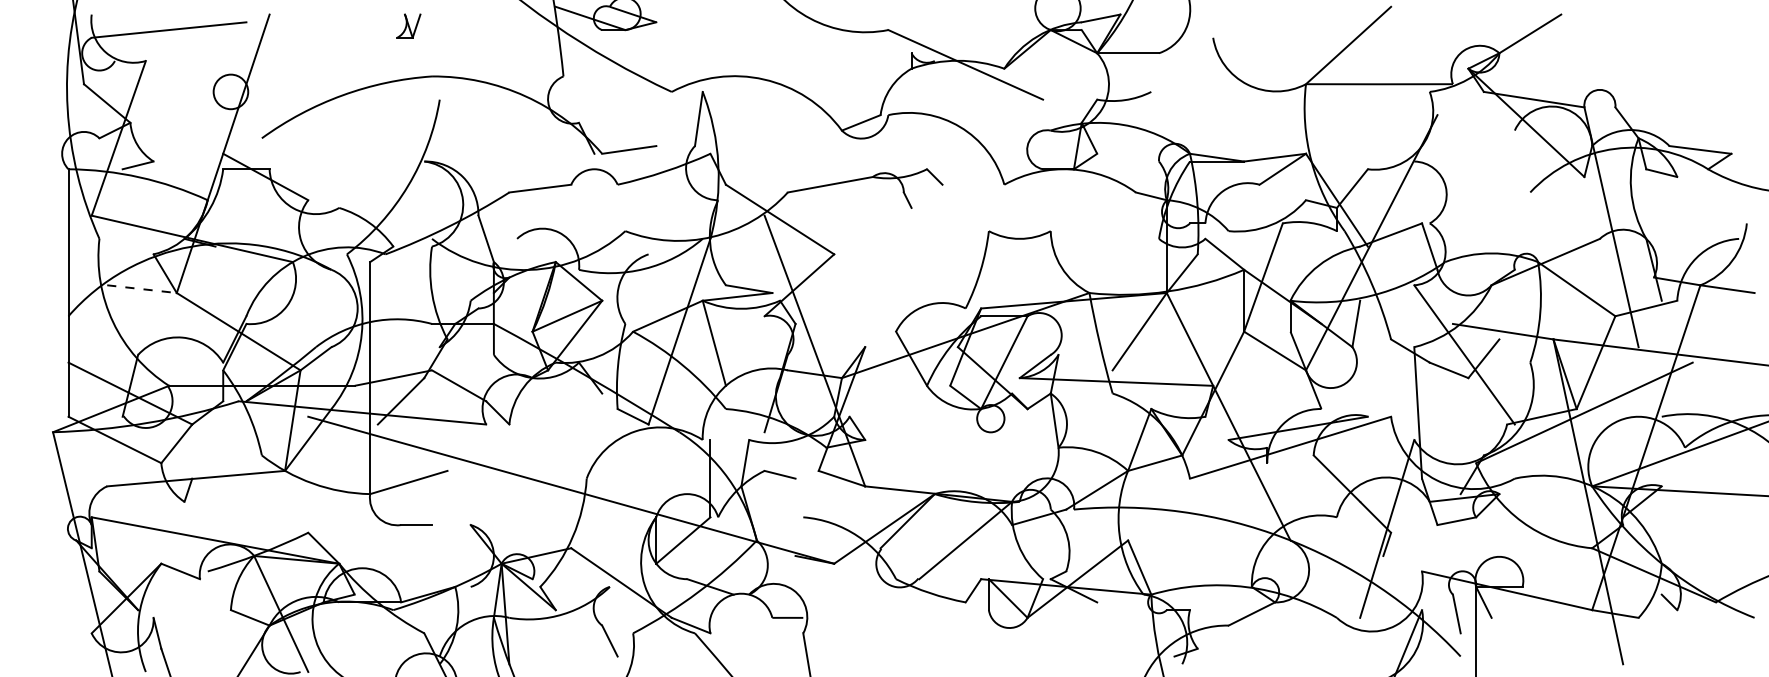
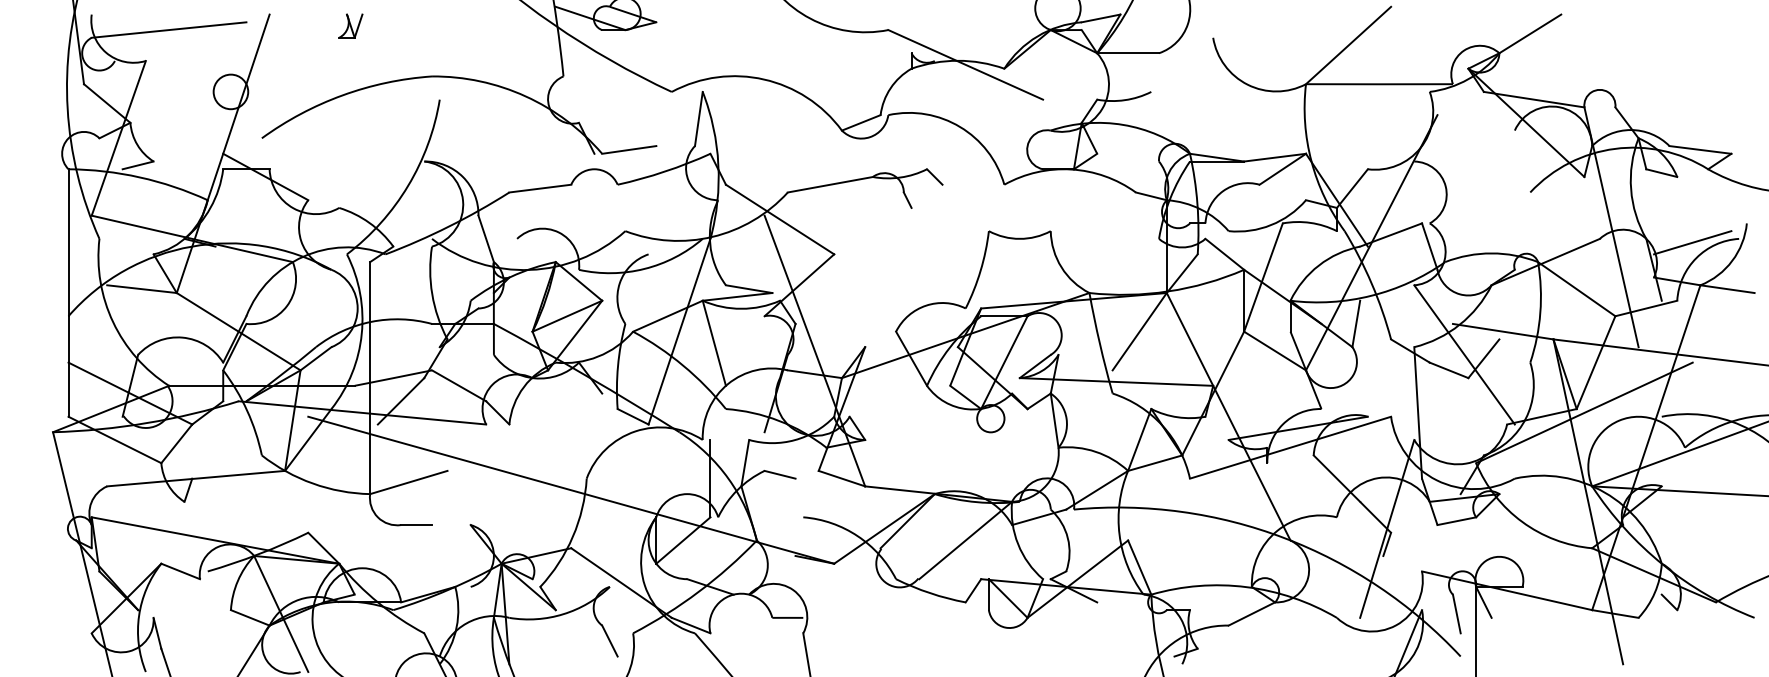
part at (408, 25) position: (408, 25) -> (350, 25)
line at (1692, 242): none -> present
line at (142, 289): dashed -> solid
